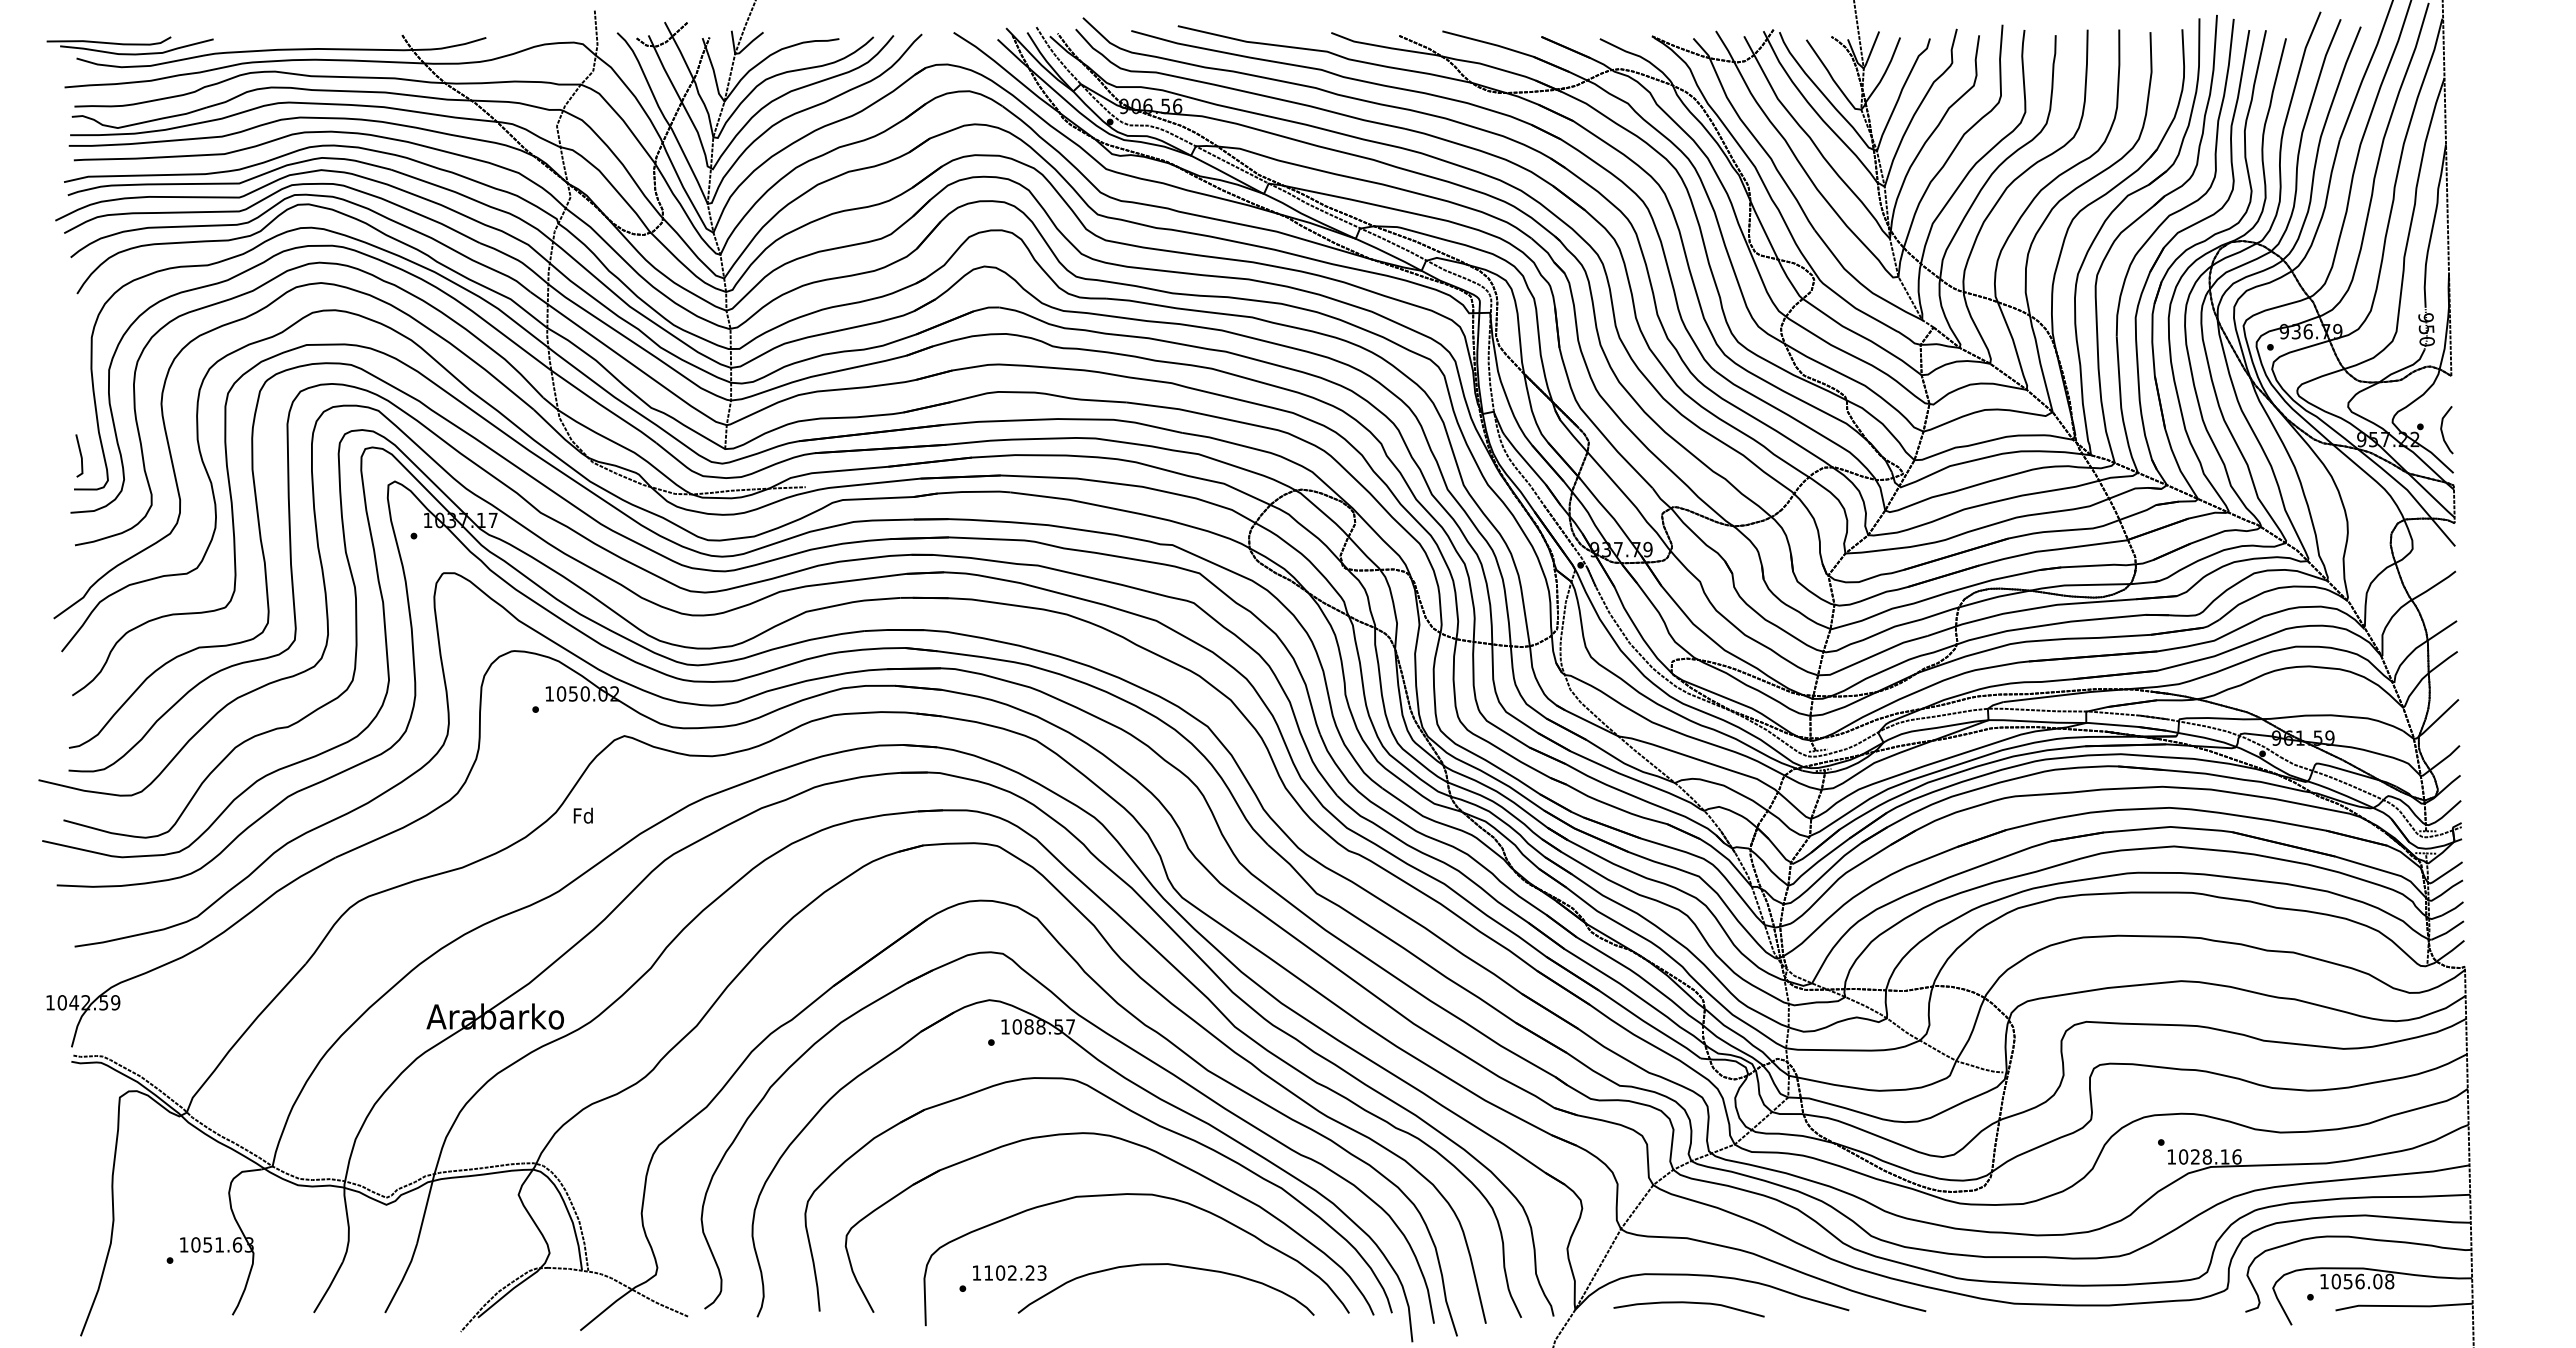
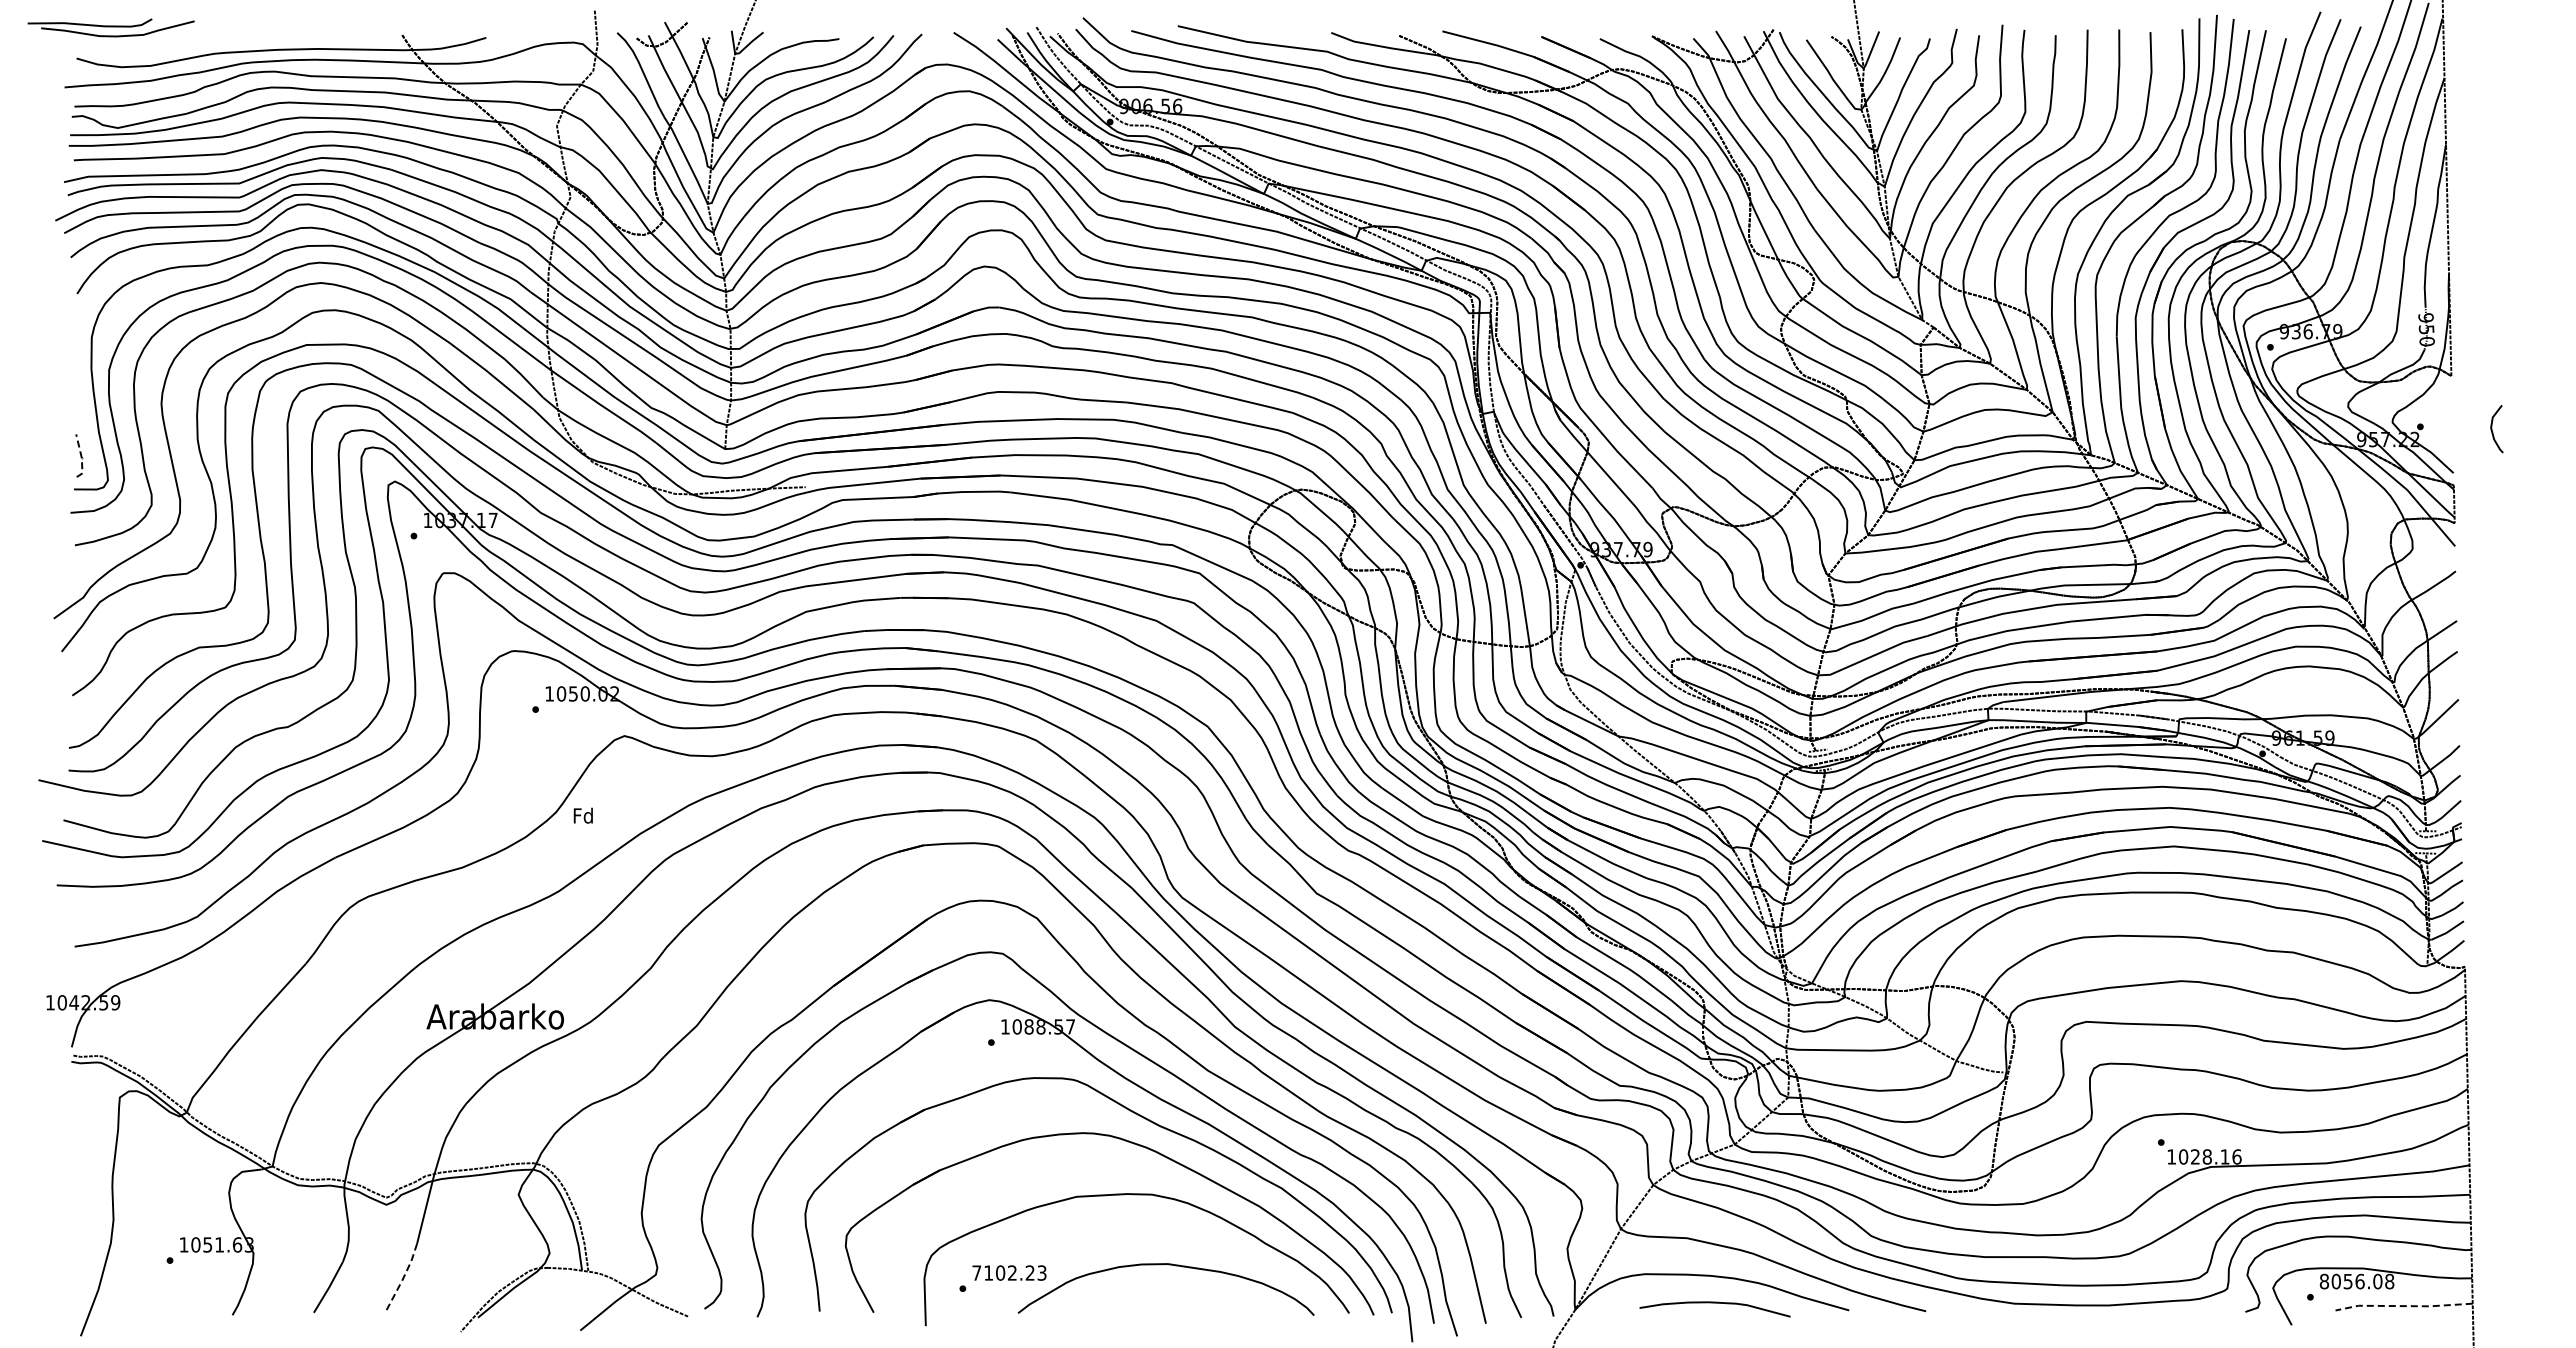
part at (129, 45) position: (129, 45) -> (110, 27)
curve at (2442, 430) position: (2442, 430) -> (2492, 429)
line at (81, 458): solid -> dashed
text at (976, 1272): 1102.23 -> 7102.23
line at (403, 1278): solid -> dashed
text at (2324, 1281): 1056.08 -> 8056.08
curve at (1688, 1303) position: (1688, 1303) -> (1714, 1303)
line at (2404, 1306): solid -> dashed
